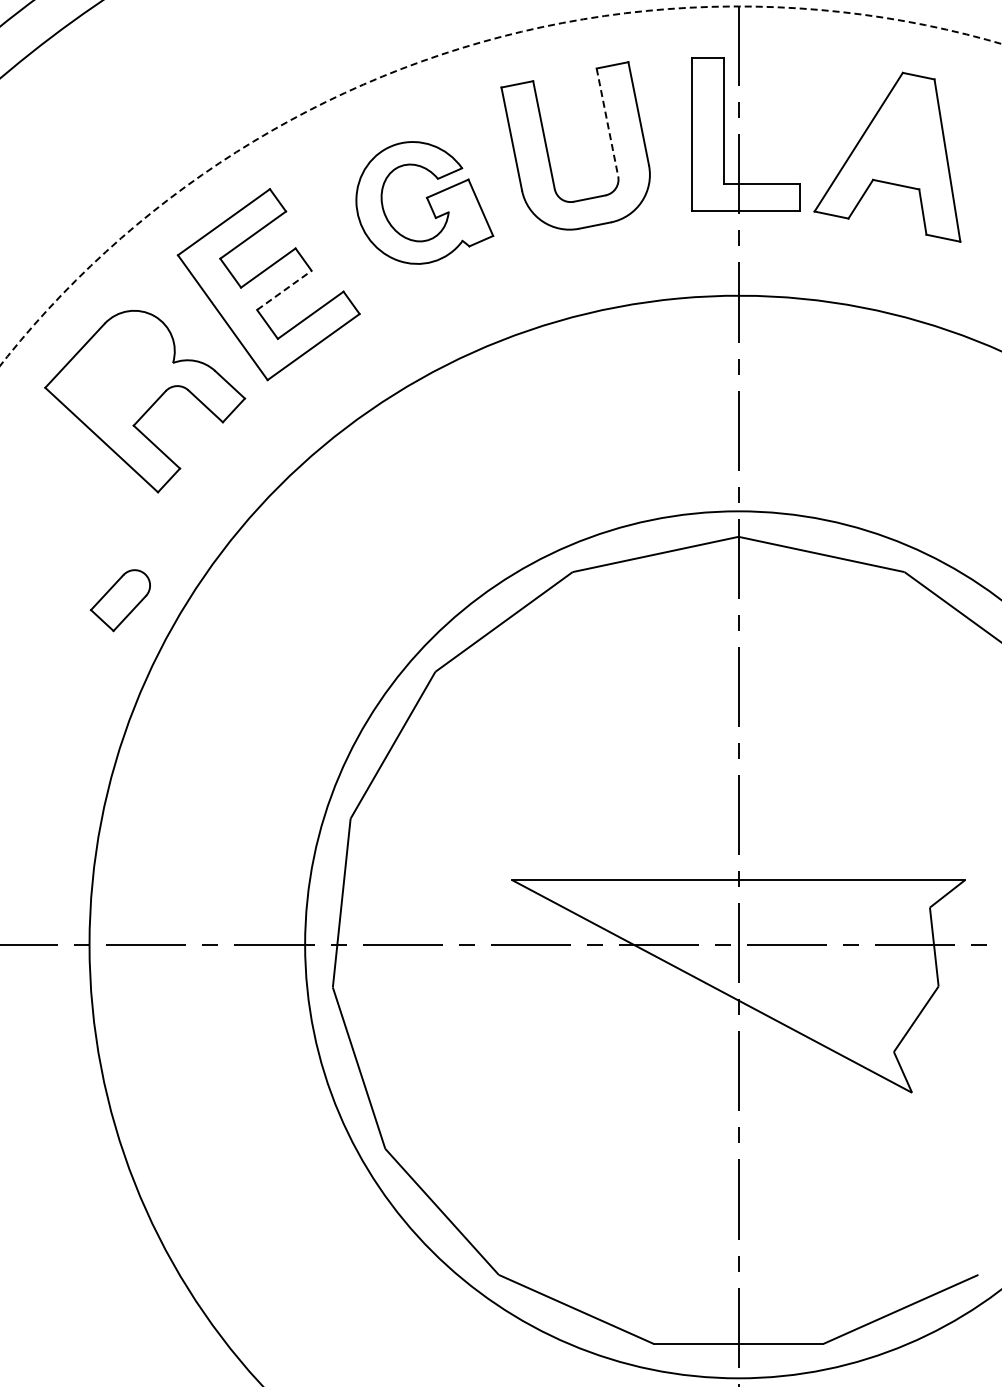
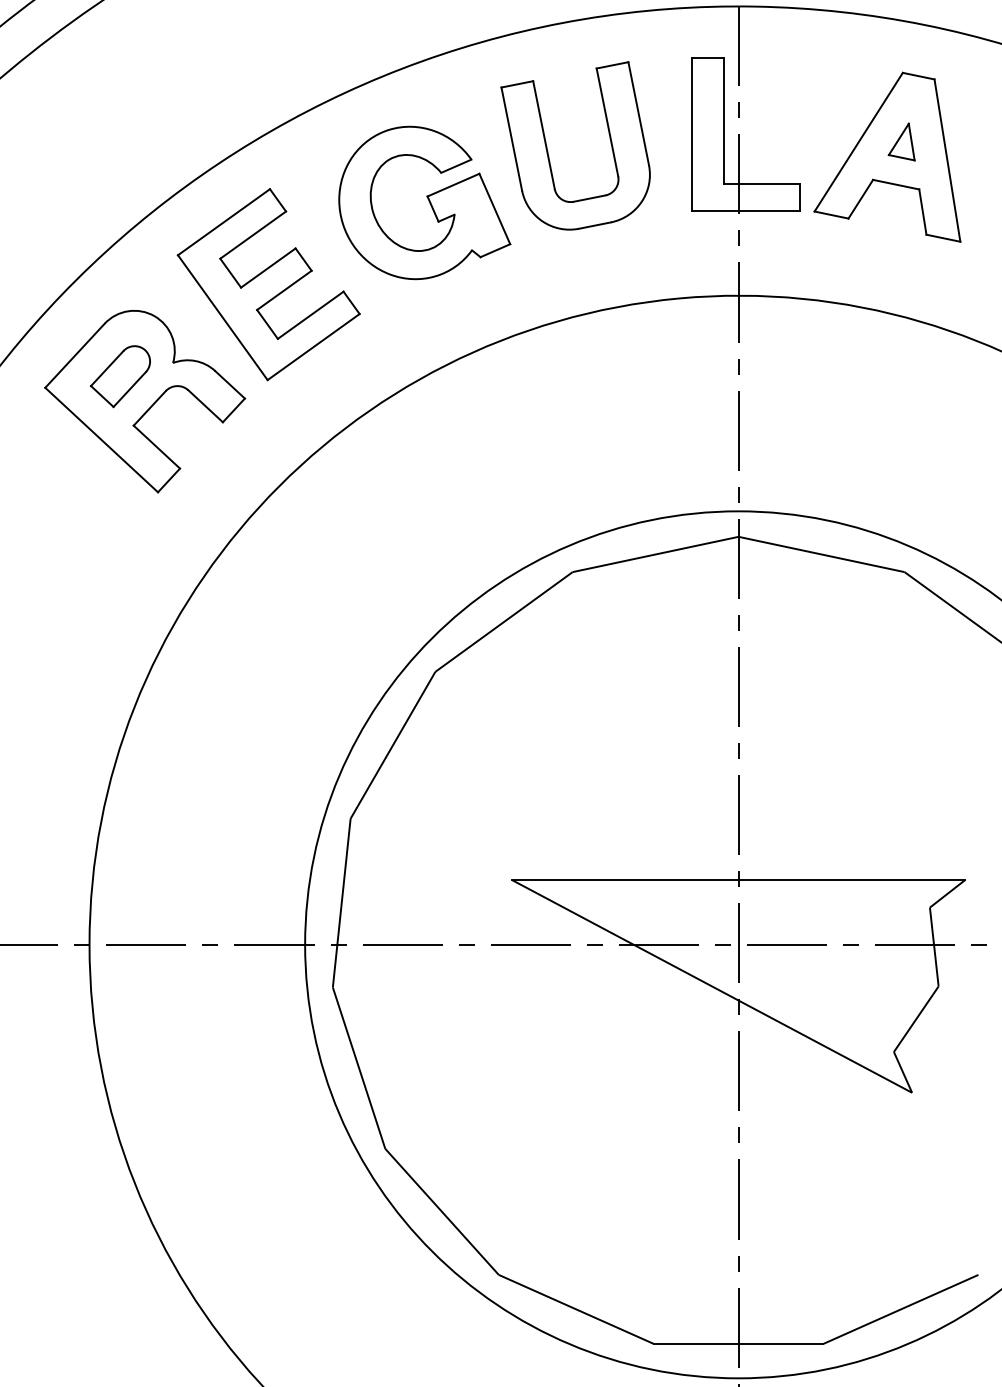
arc at (452, 51): dashed -> solid
line at (607, 122): dashed -> solid
part at (901, 141): none -> present
part at (424, 202) size: 140x124 px -> 174x156 px
line at (284, 290): dashed -> solid
part at (119, 600) position: (119, 600) -> (119, 376)
